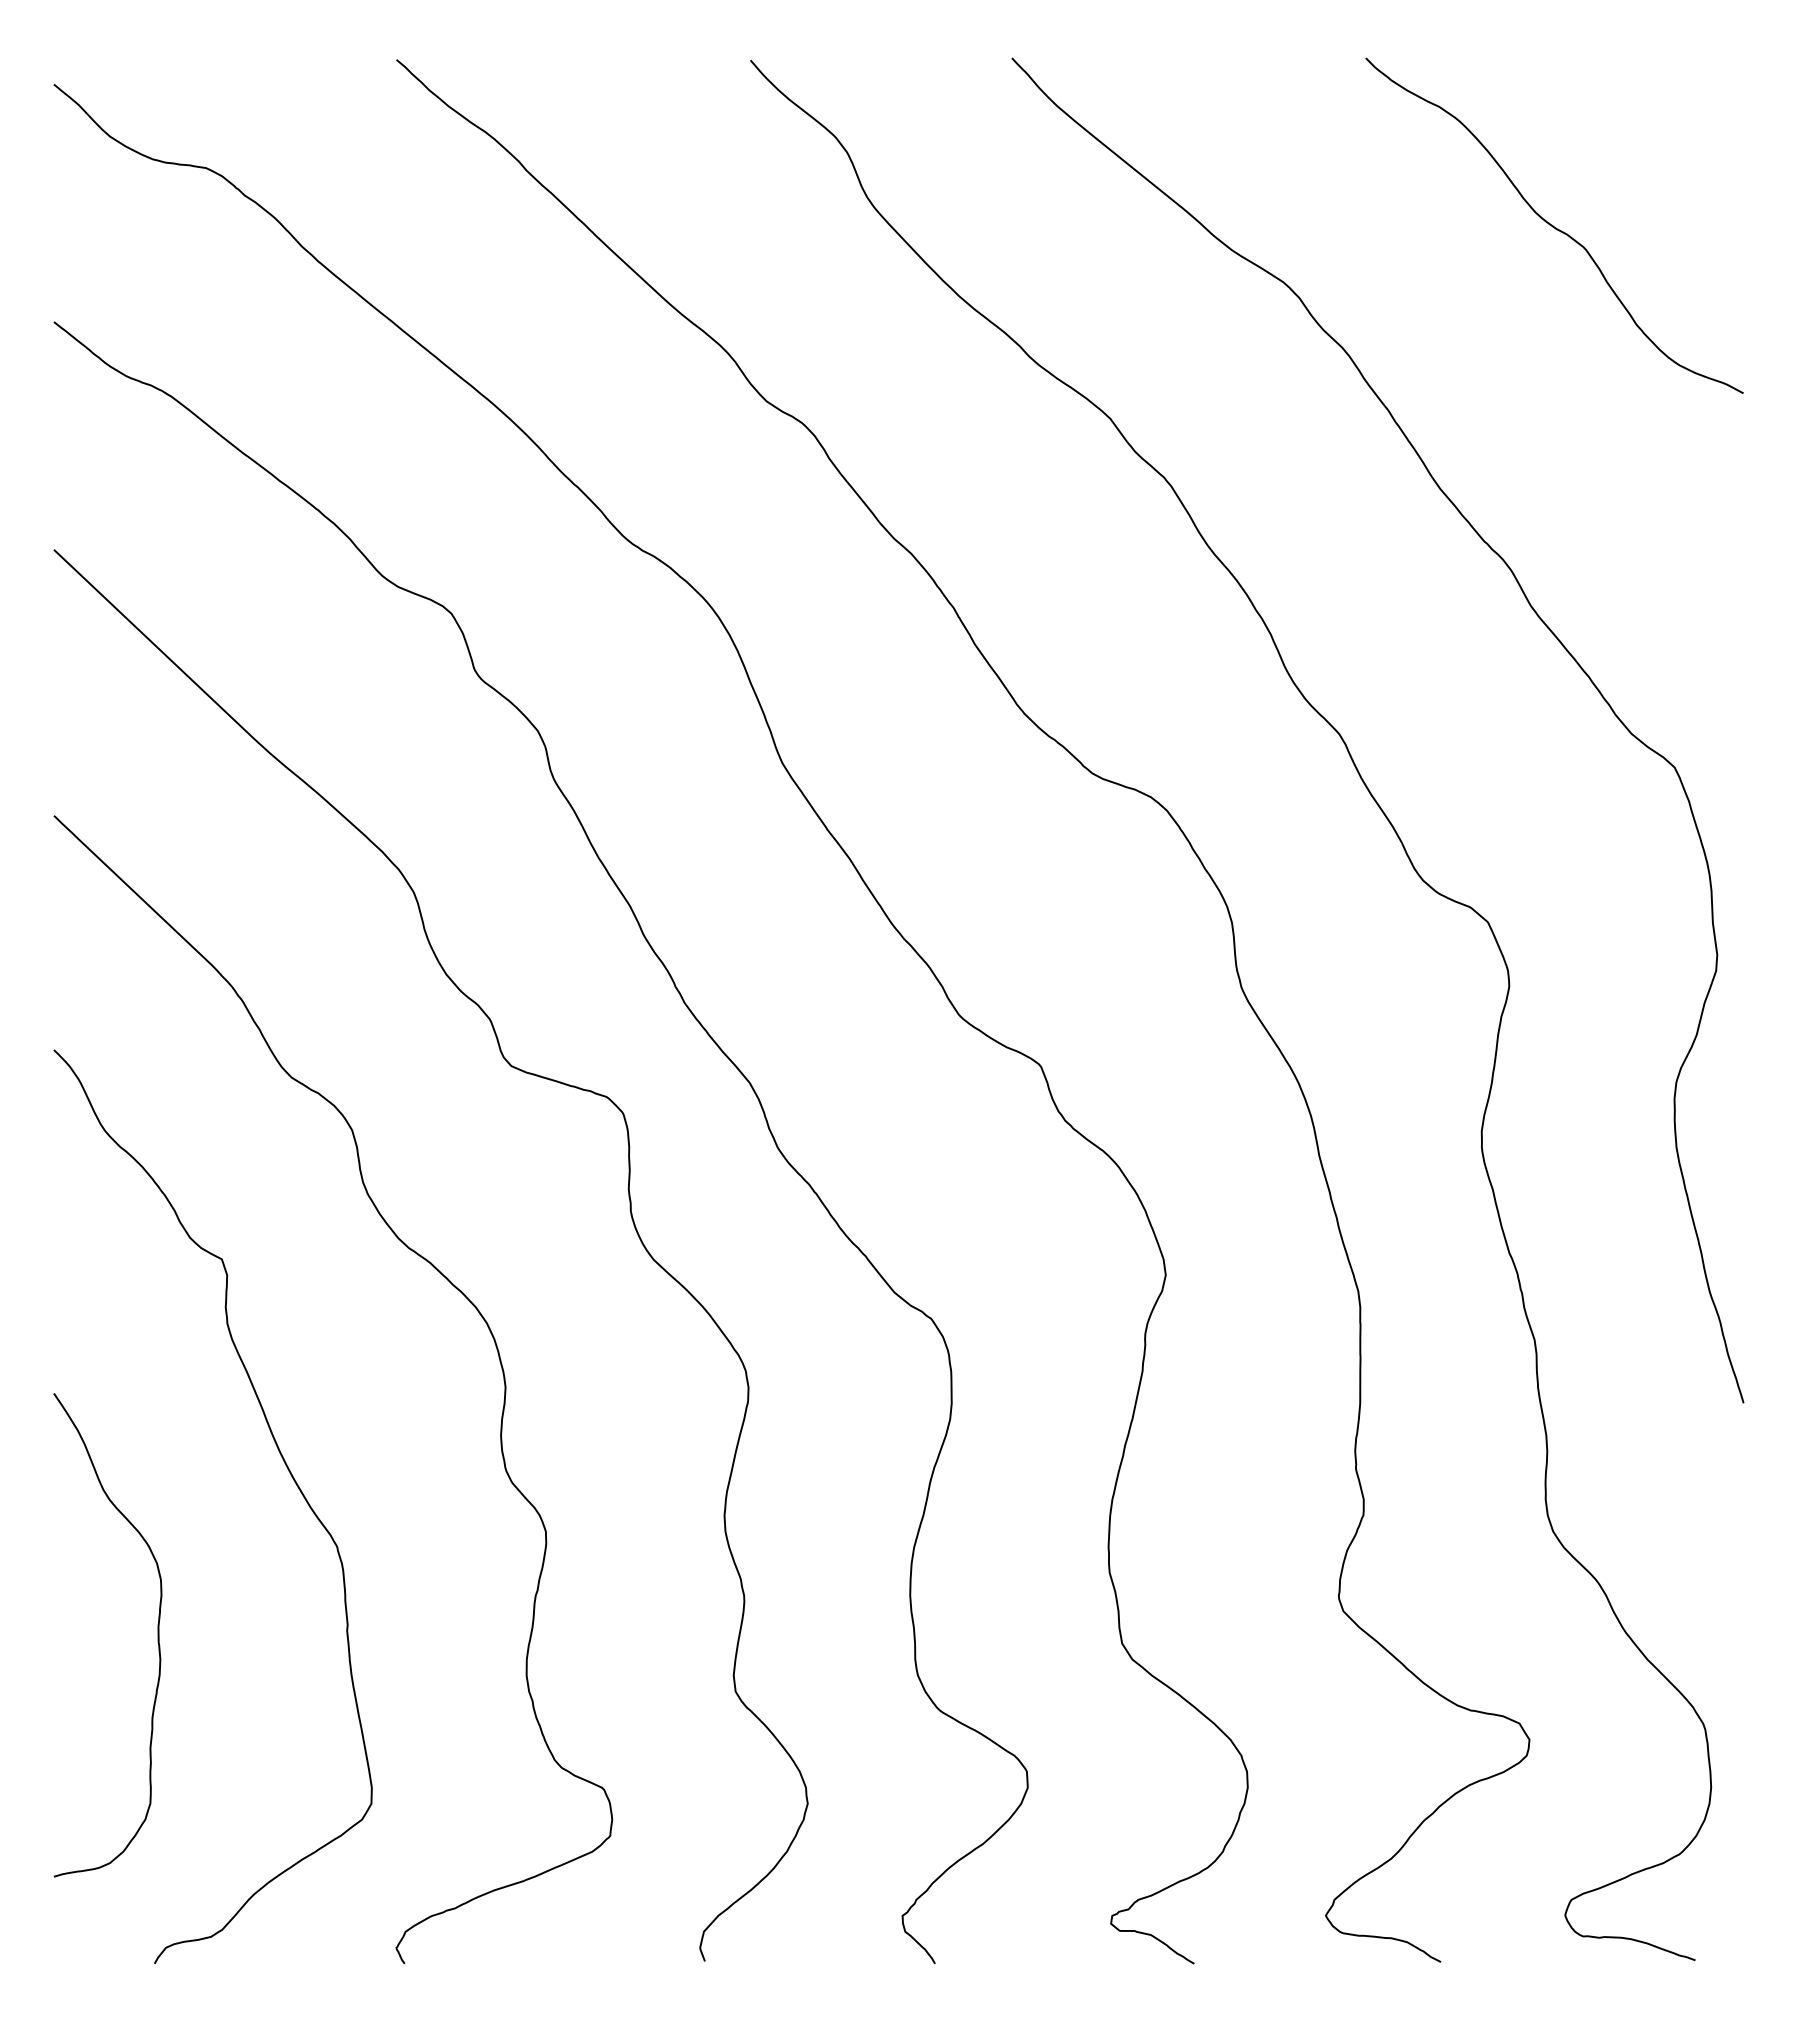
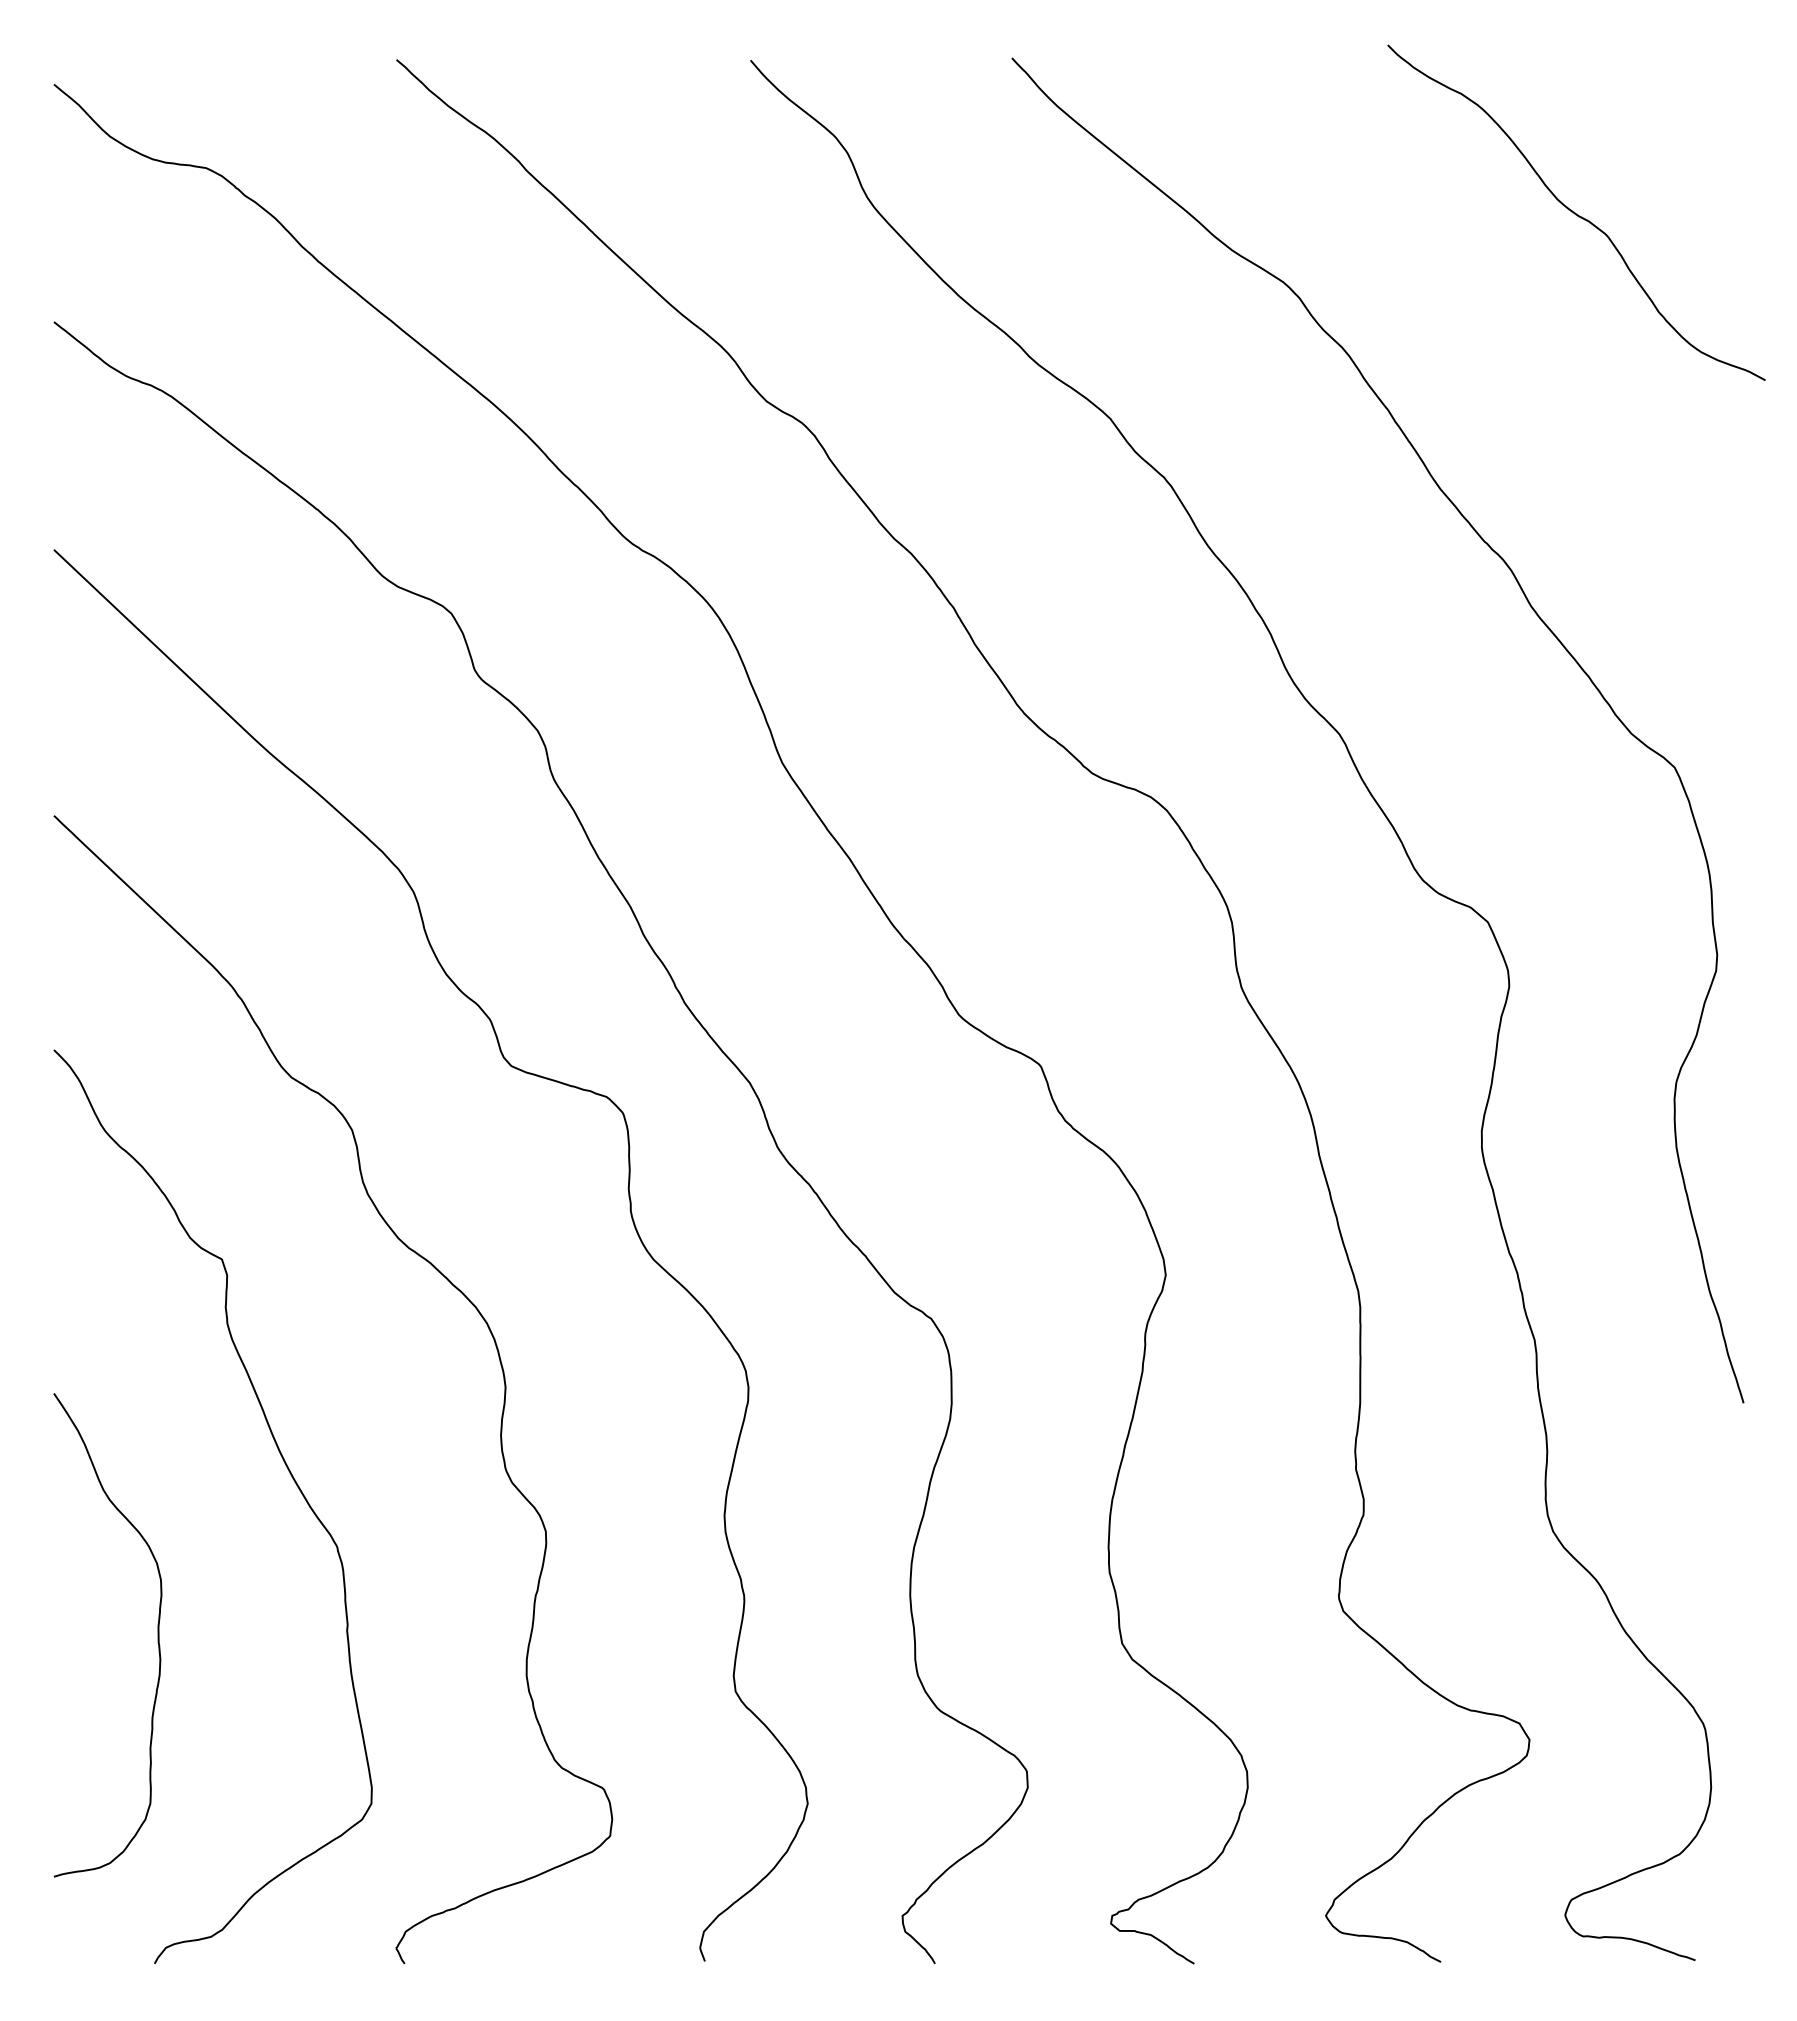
curve at (1553, 225) position: (1553, 225) -> (1575, 212)
